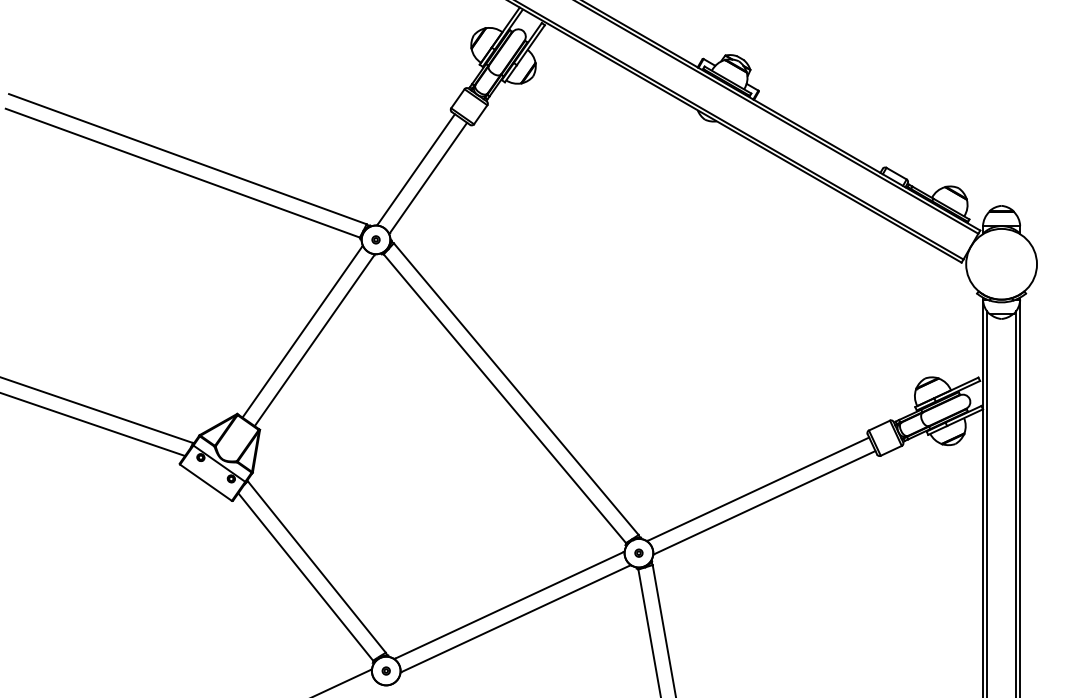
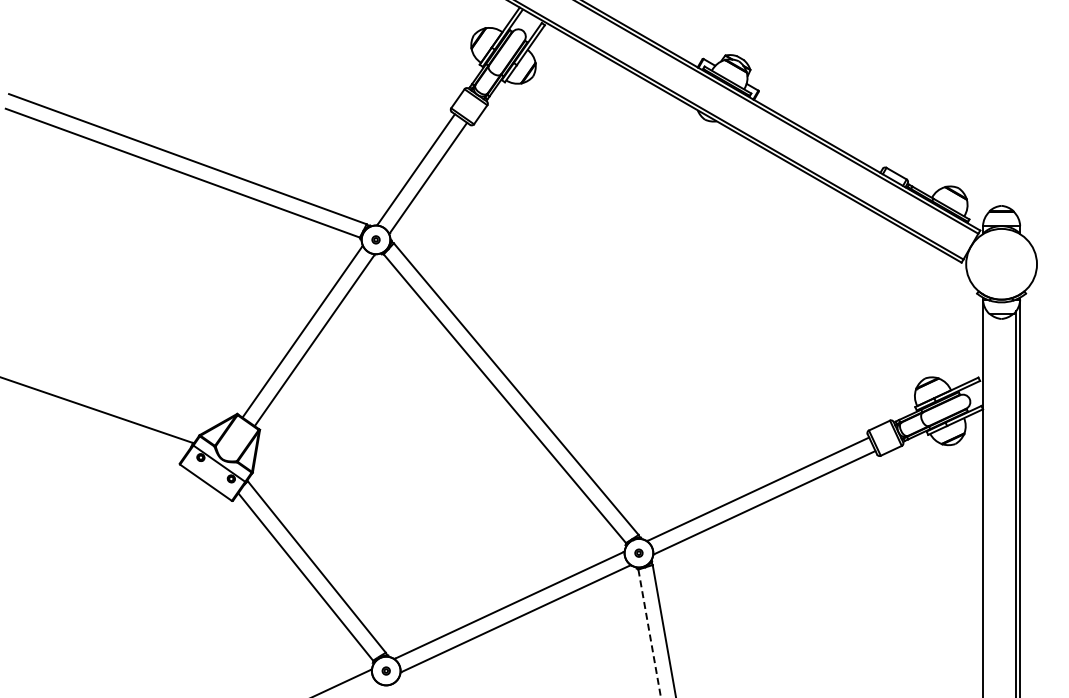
line at (93, 424): present -> none
line at (986, 502): present -> none
line at (649, 633): solid -> dashed
